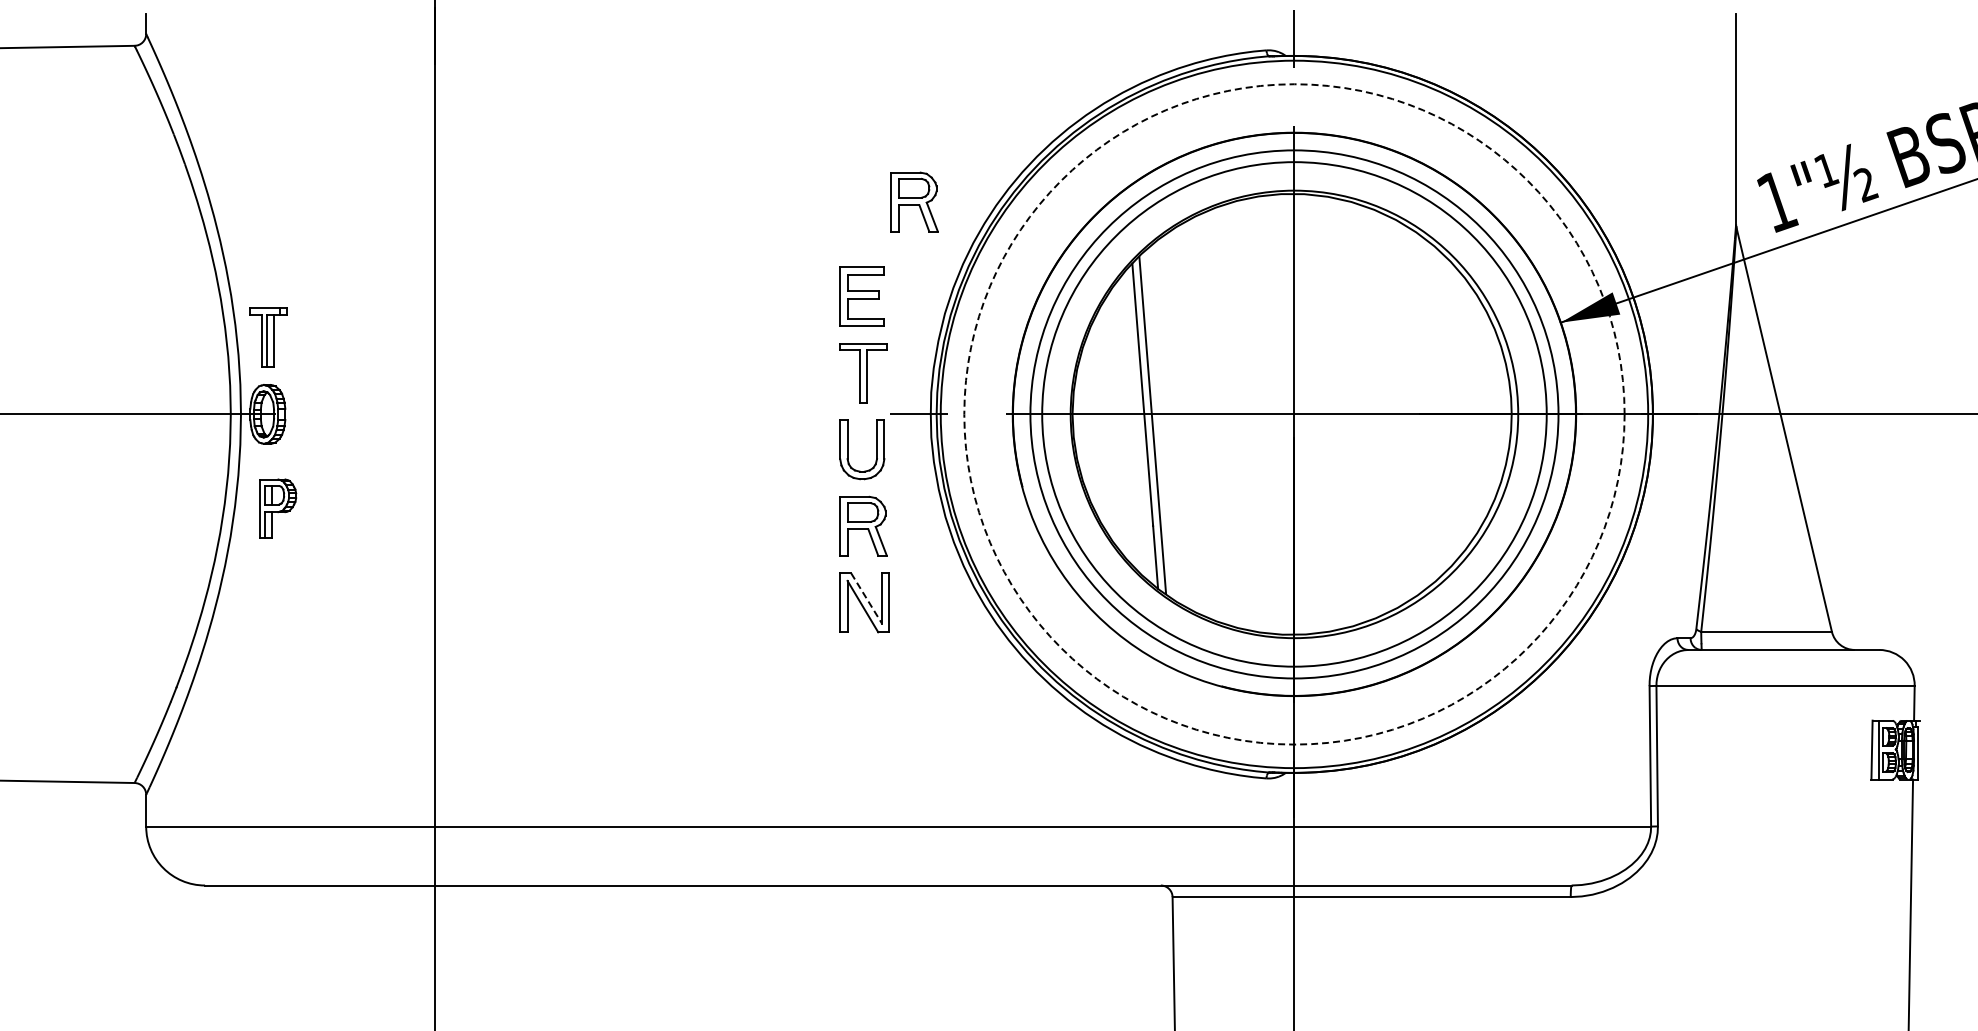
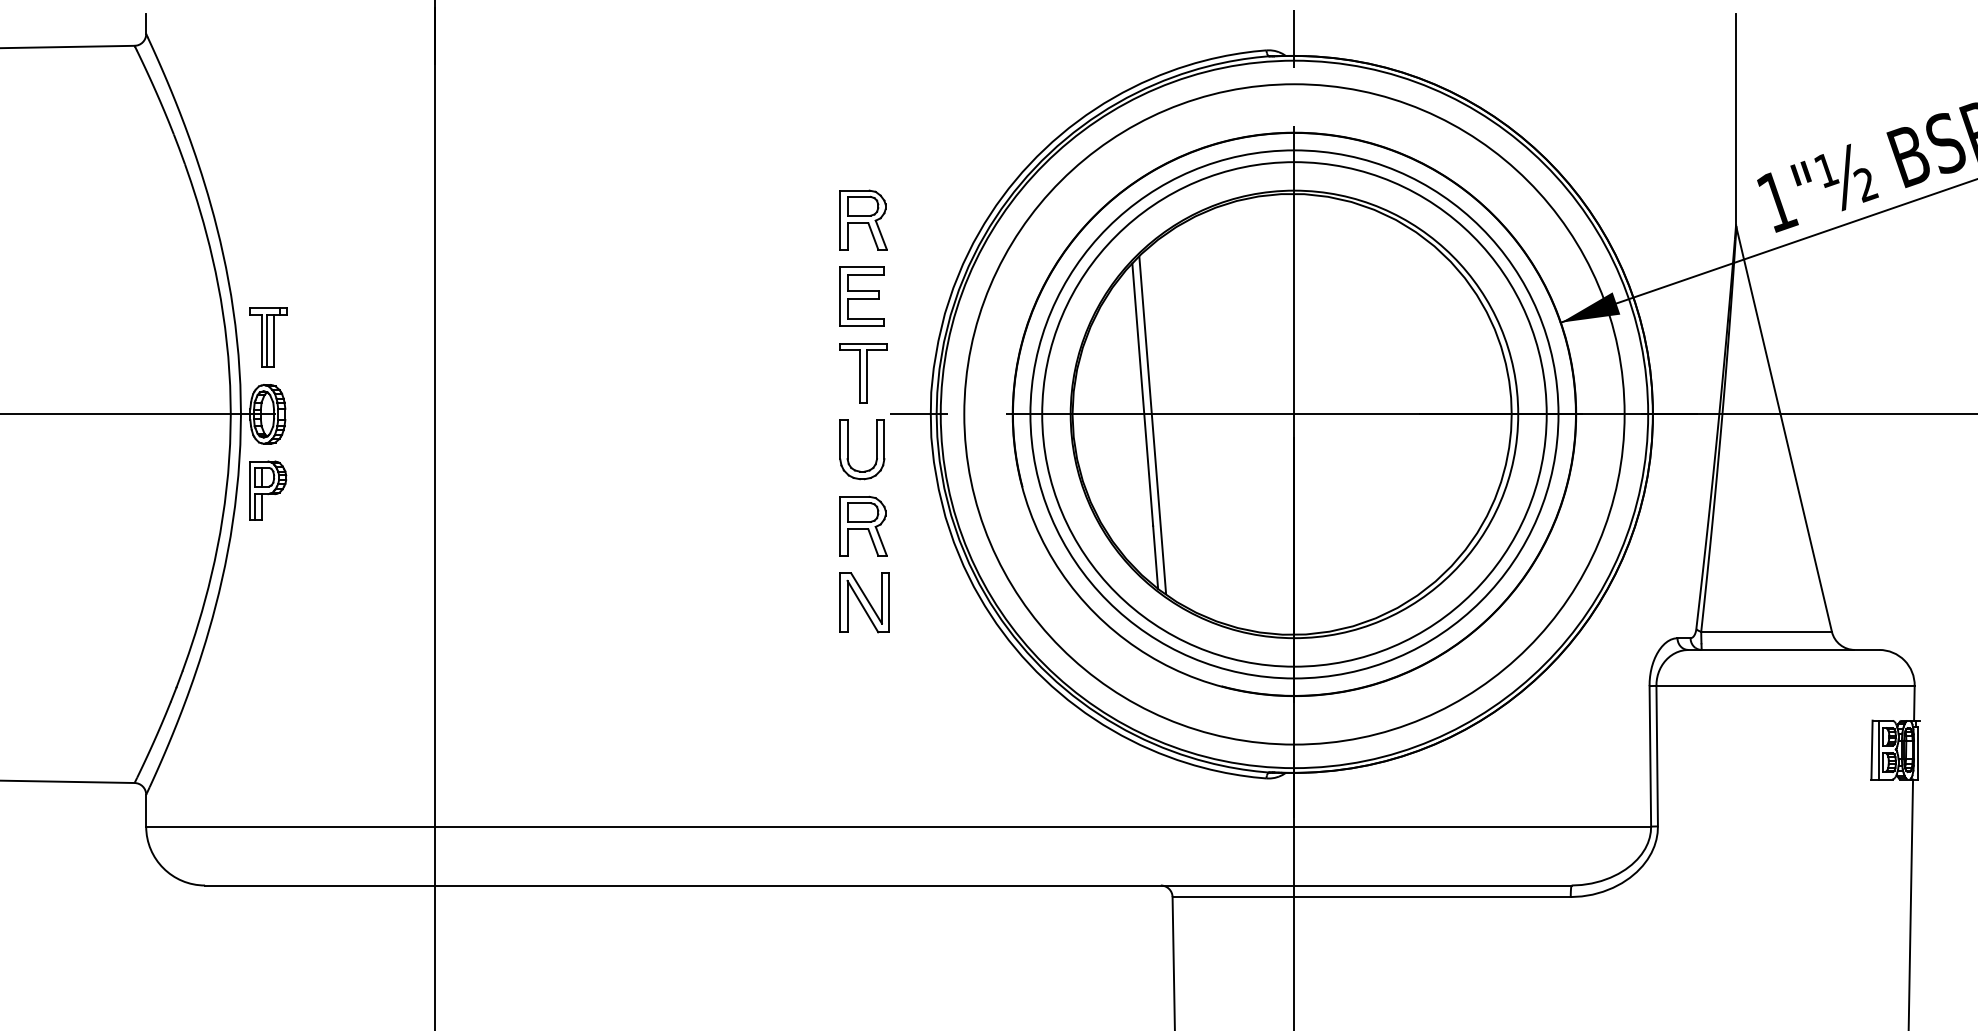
part at (914, 201) position: (914, 201) -> (863, 219)
circle at (1294, 414): dashed -> solid
part at (278, 508) position: (278, 508) -> (268, 490)
line at (866, 598): dashed -> solid
